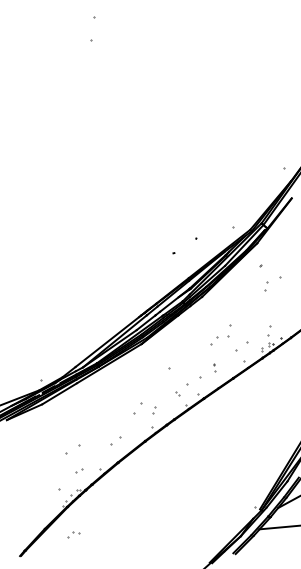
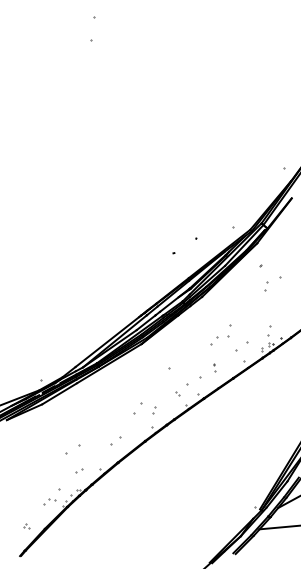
part at (26, 526): none -> present
part at (73, 534) position: (73, 534) -> (49, 501)
